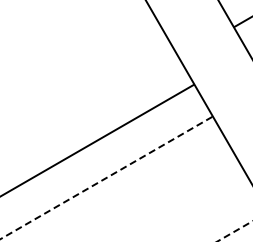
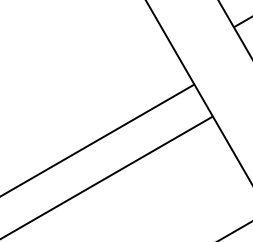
line at (107, 177): dashed -> solid
line at (234, 231): dashed -> solid
